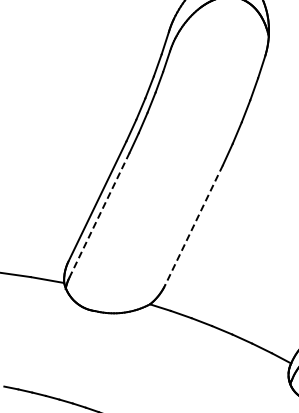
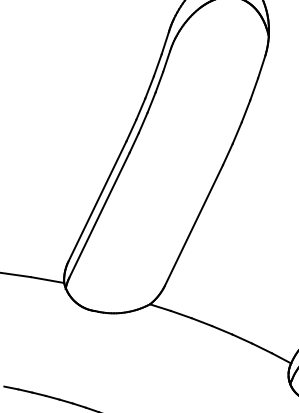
line at (99, 215): dashed -> solid
line at (193, 225): dashed -> solid
